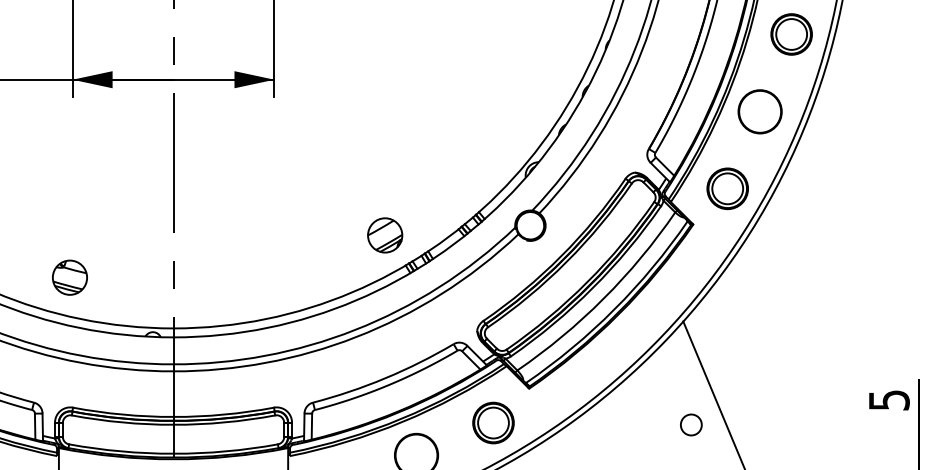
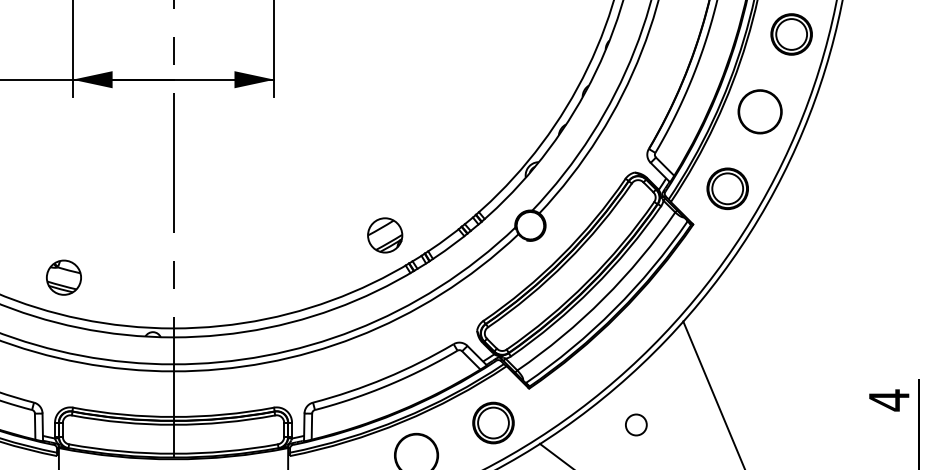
part at (69, 277) position: (69, 277) -> (63, 277)
text at (889, 400): 5 -> 4
circle at (691, 424) position: (691, 424) -> (636, 424)
line at (554, 454): none -> present
